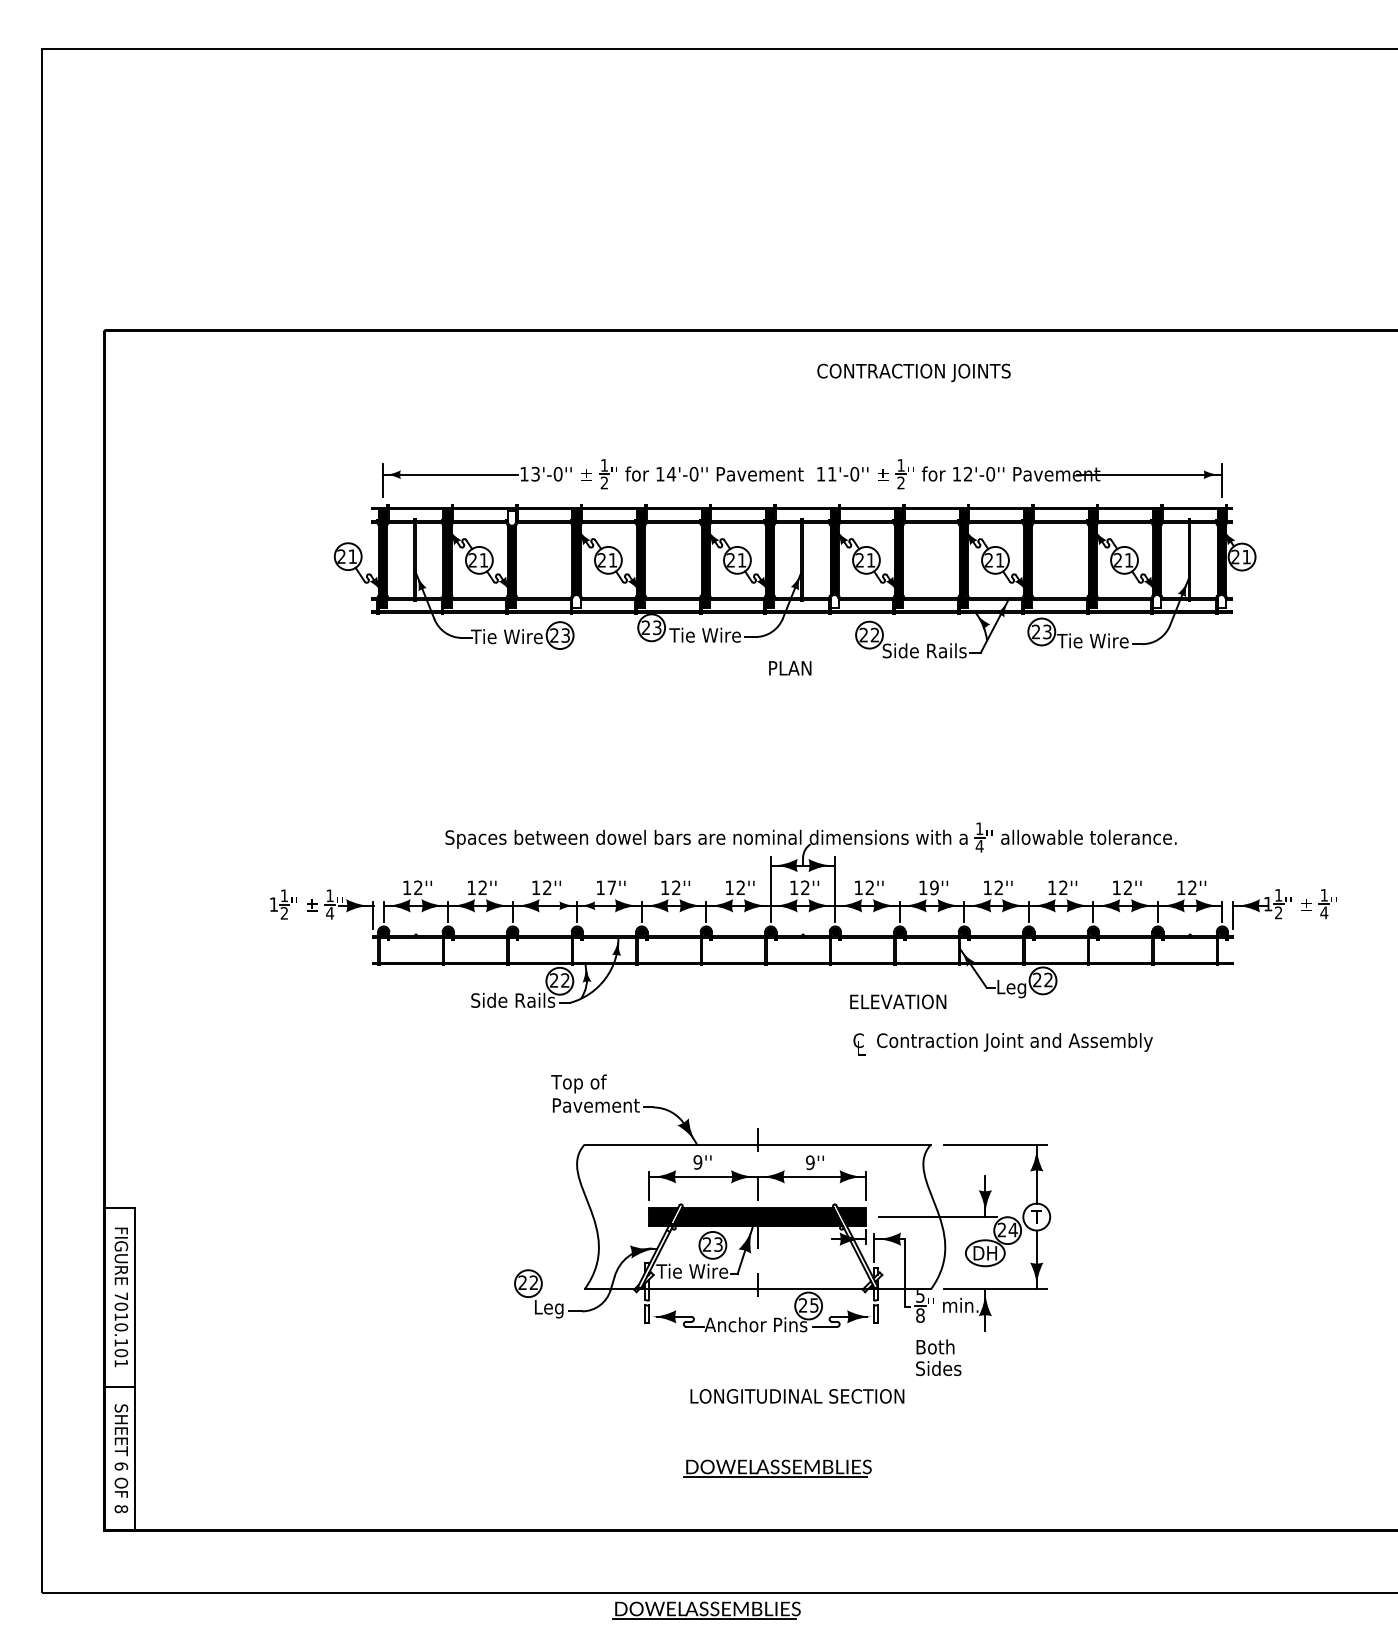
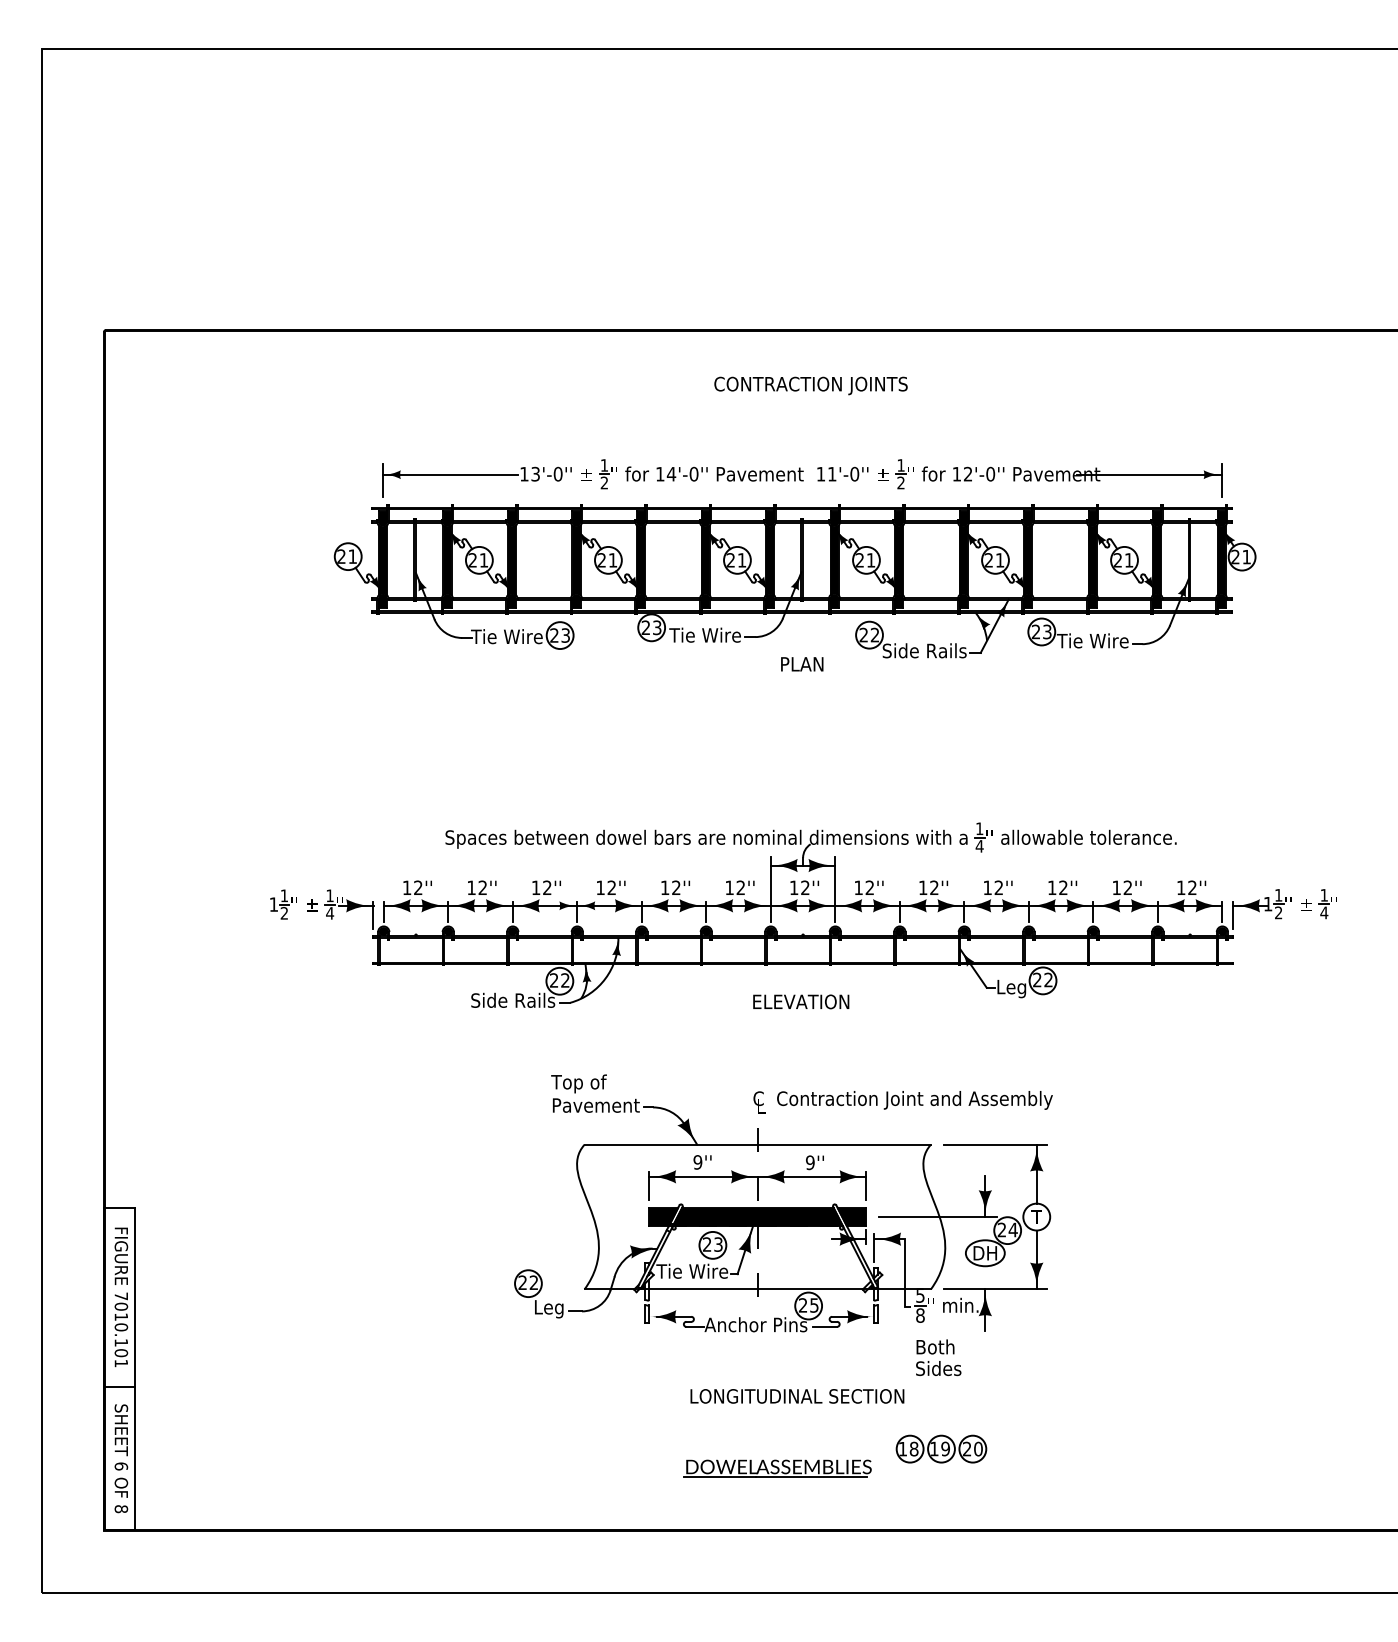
text at (913, 372) position: (913, 372) -> (810, 385)
fill at (511, 518): none -> present
fill at (576, 601): none -> present
fill at (834, 601): none -> present
fill at (1157, 601): none -> present
fill at (1221, 601): none -> present
text at (790, 668) position: (790, 668) -> (802, 664)
text at (611, 887): 17'' -> 12''
text at (934, 887): 19'' -> 12''
text at (898, 1001) position: (898, 1001) -> (801, 1001)
text at (1002, 1044) position: (1002, 1044) -> (902, 1102)
part at (941, 1448): none -> present
part at (706, 1610): present -> none
